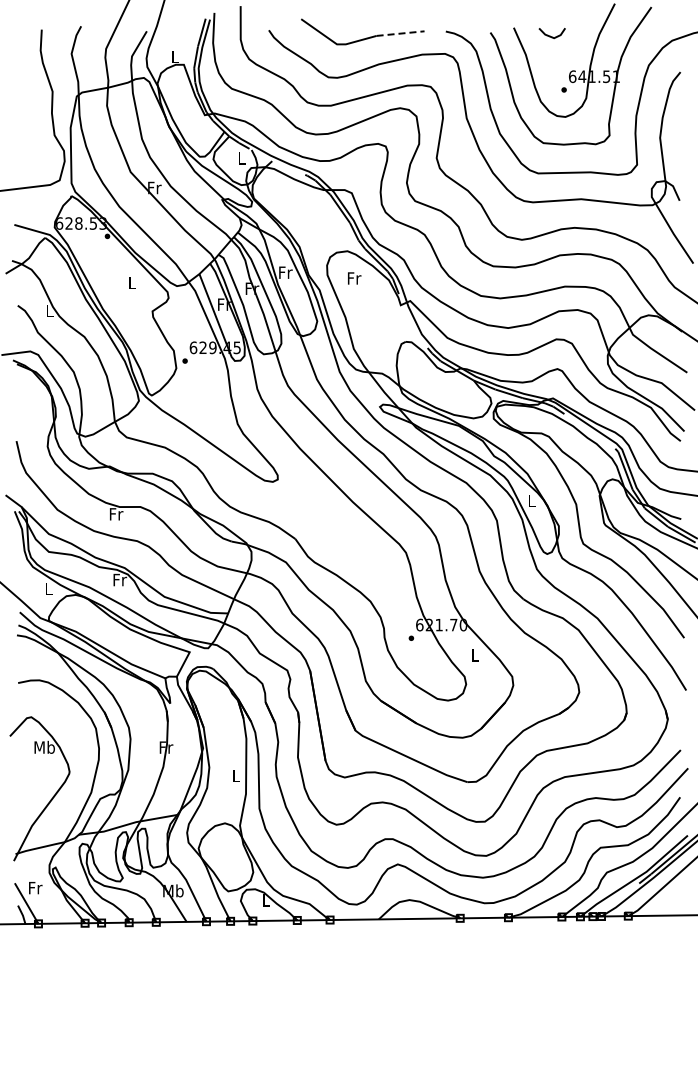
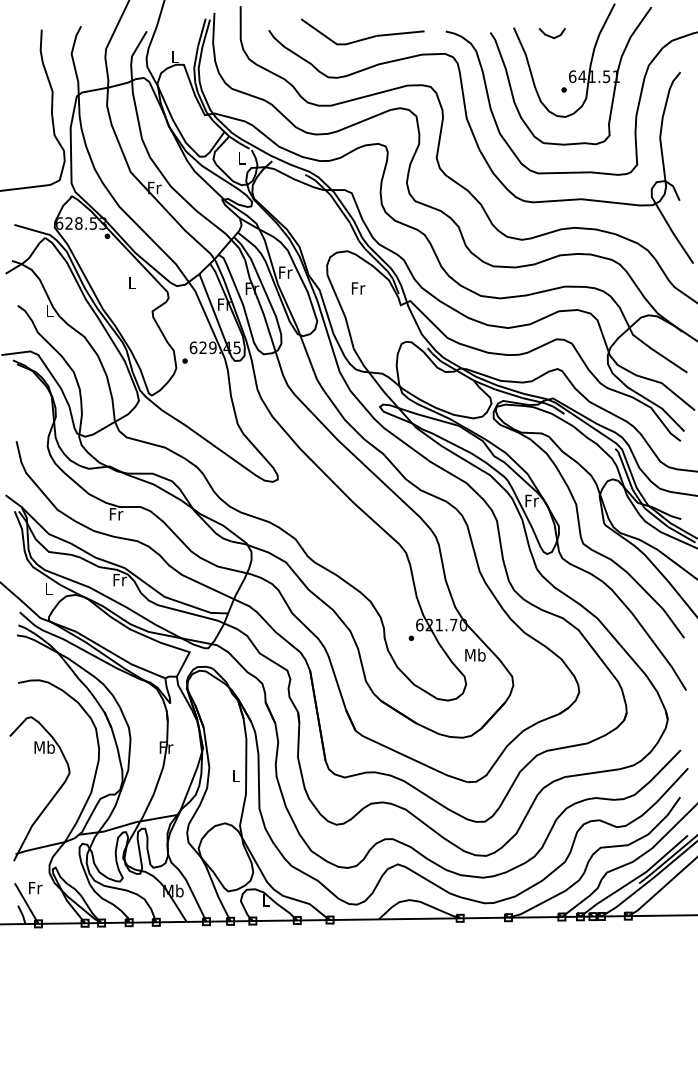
line at (401, 33): dashed -> solid
text at (354, 278) position: (354, 278) -> (358, 288)
text at (531, 500): L -> Fr
text at (475, 654): L -> Mb
